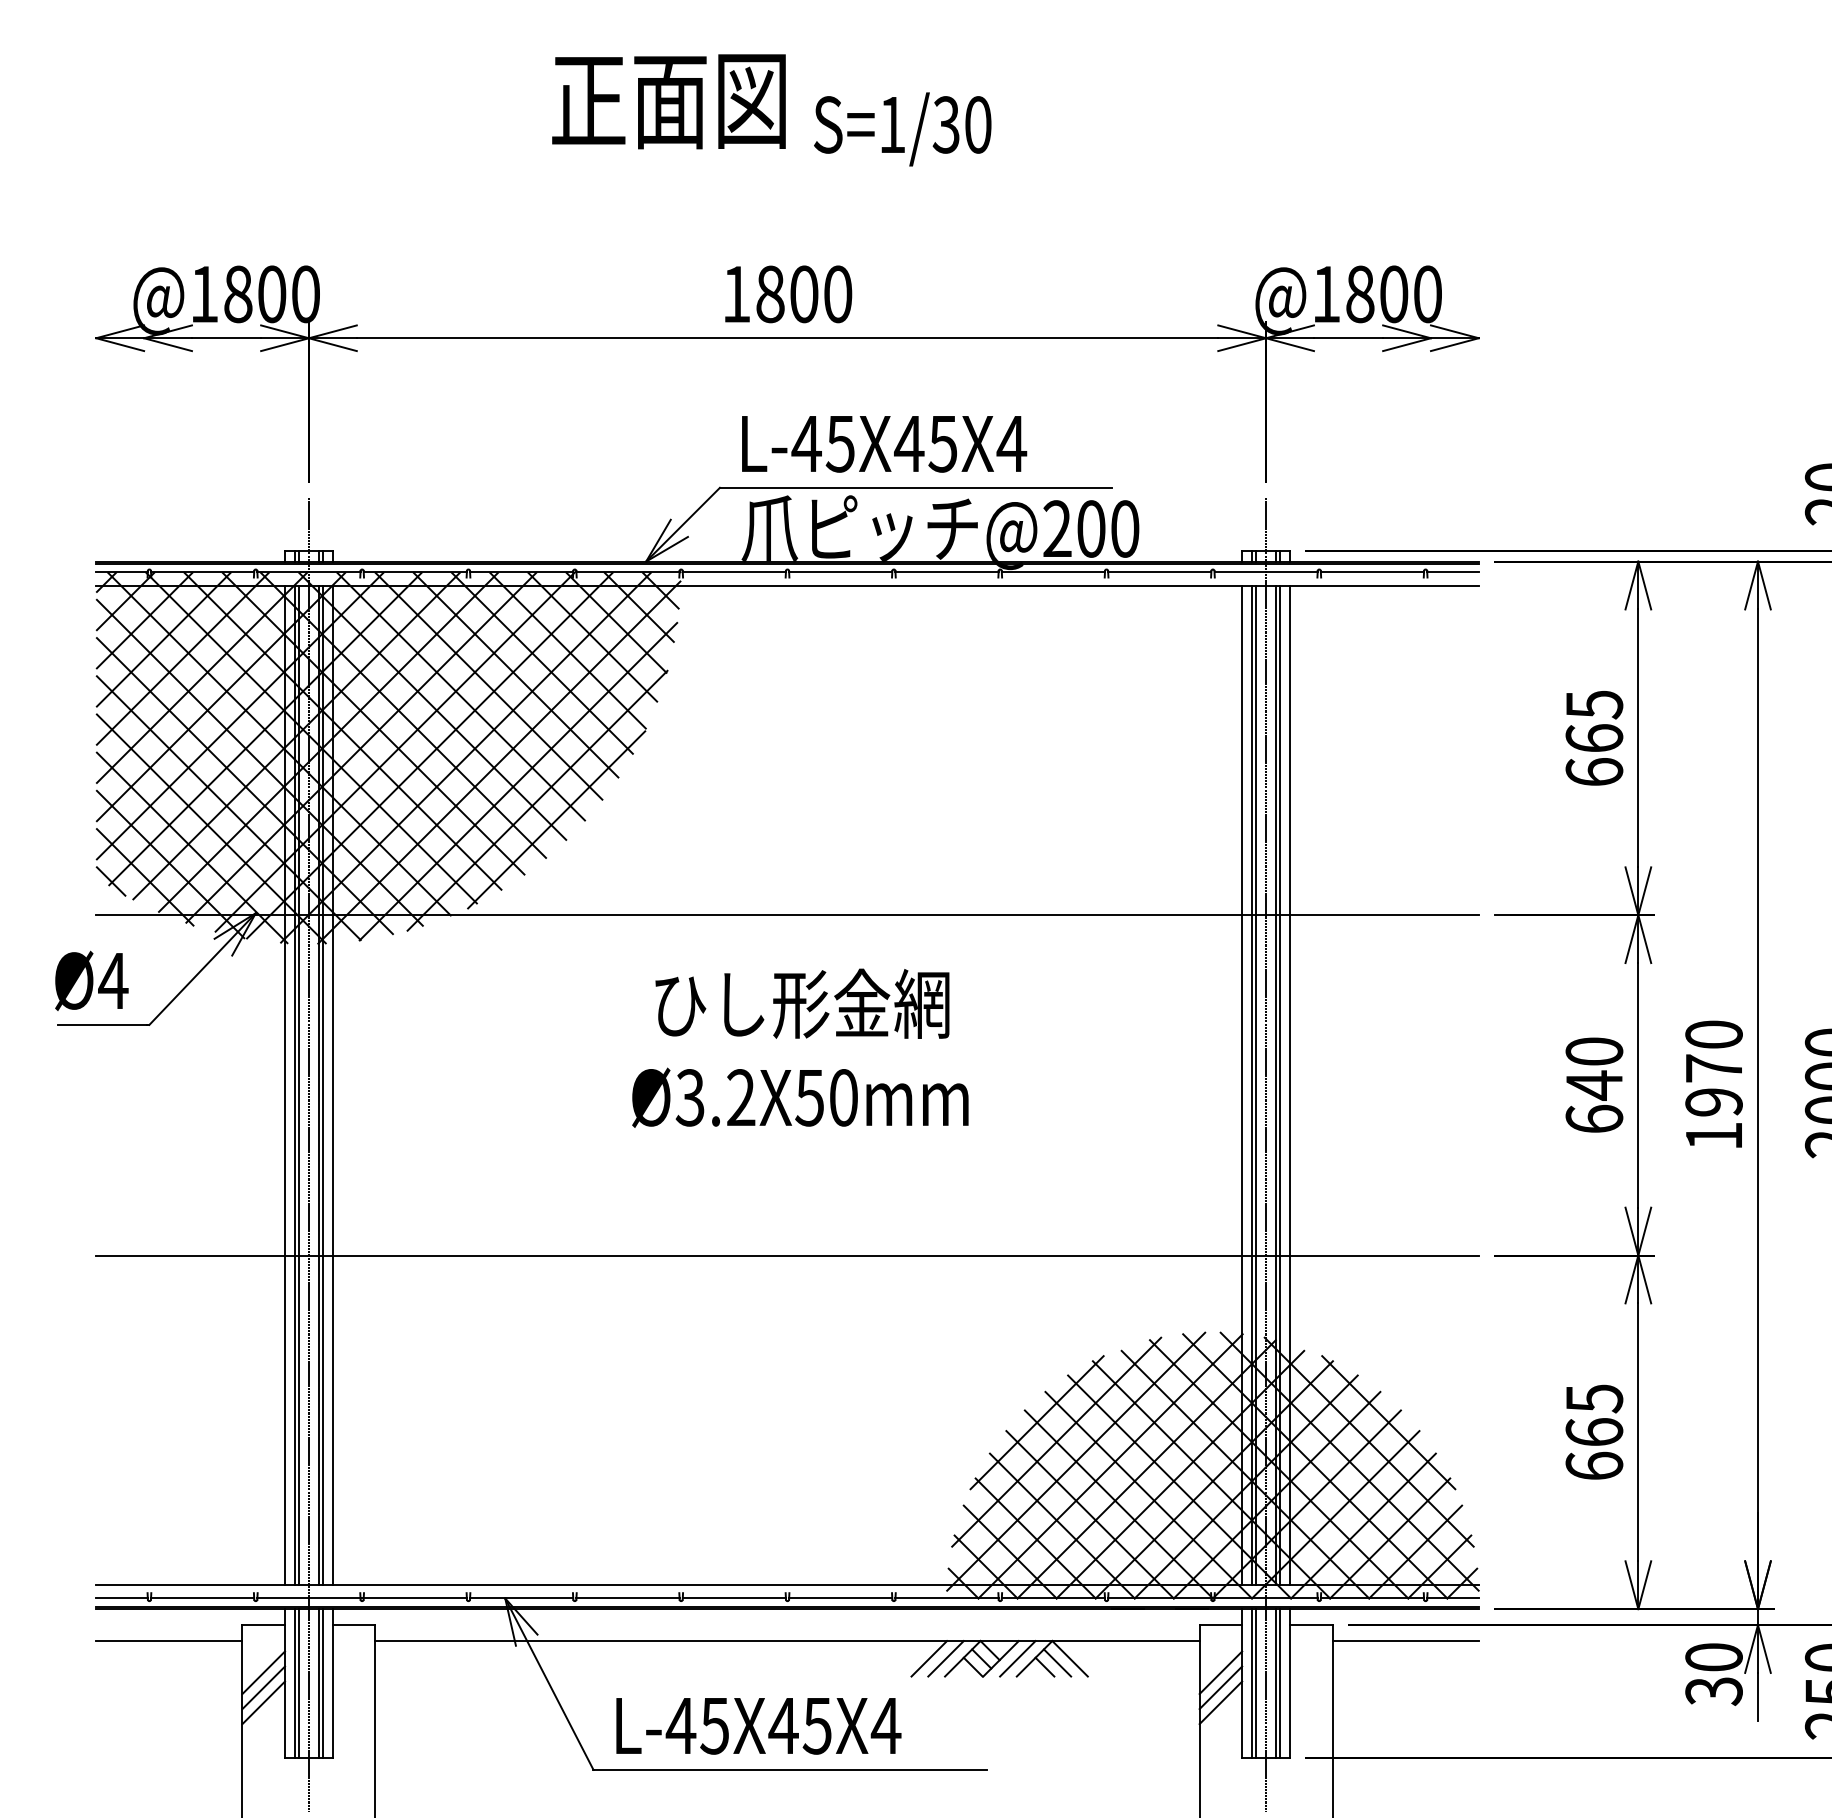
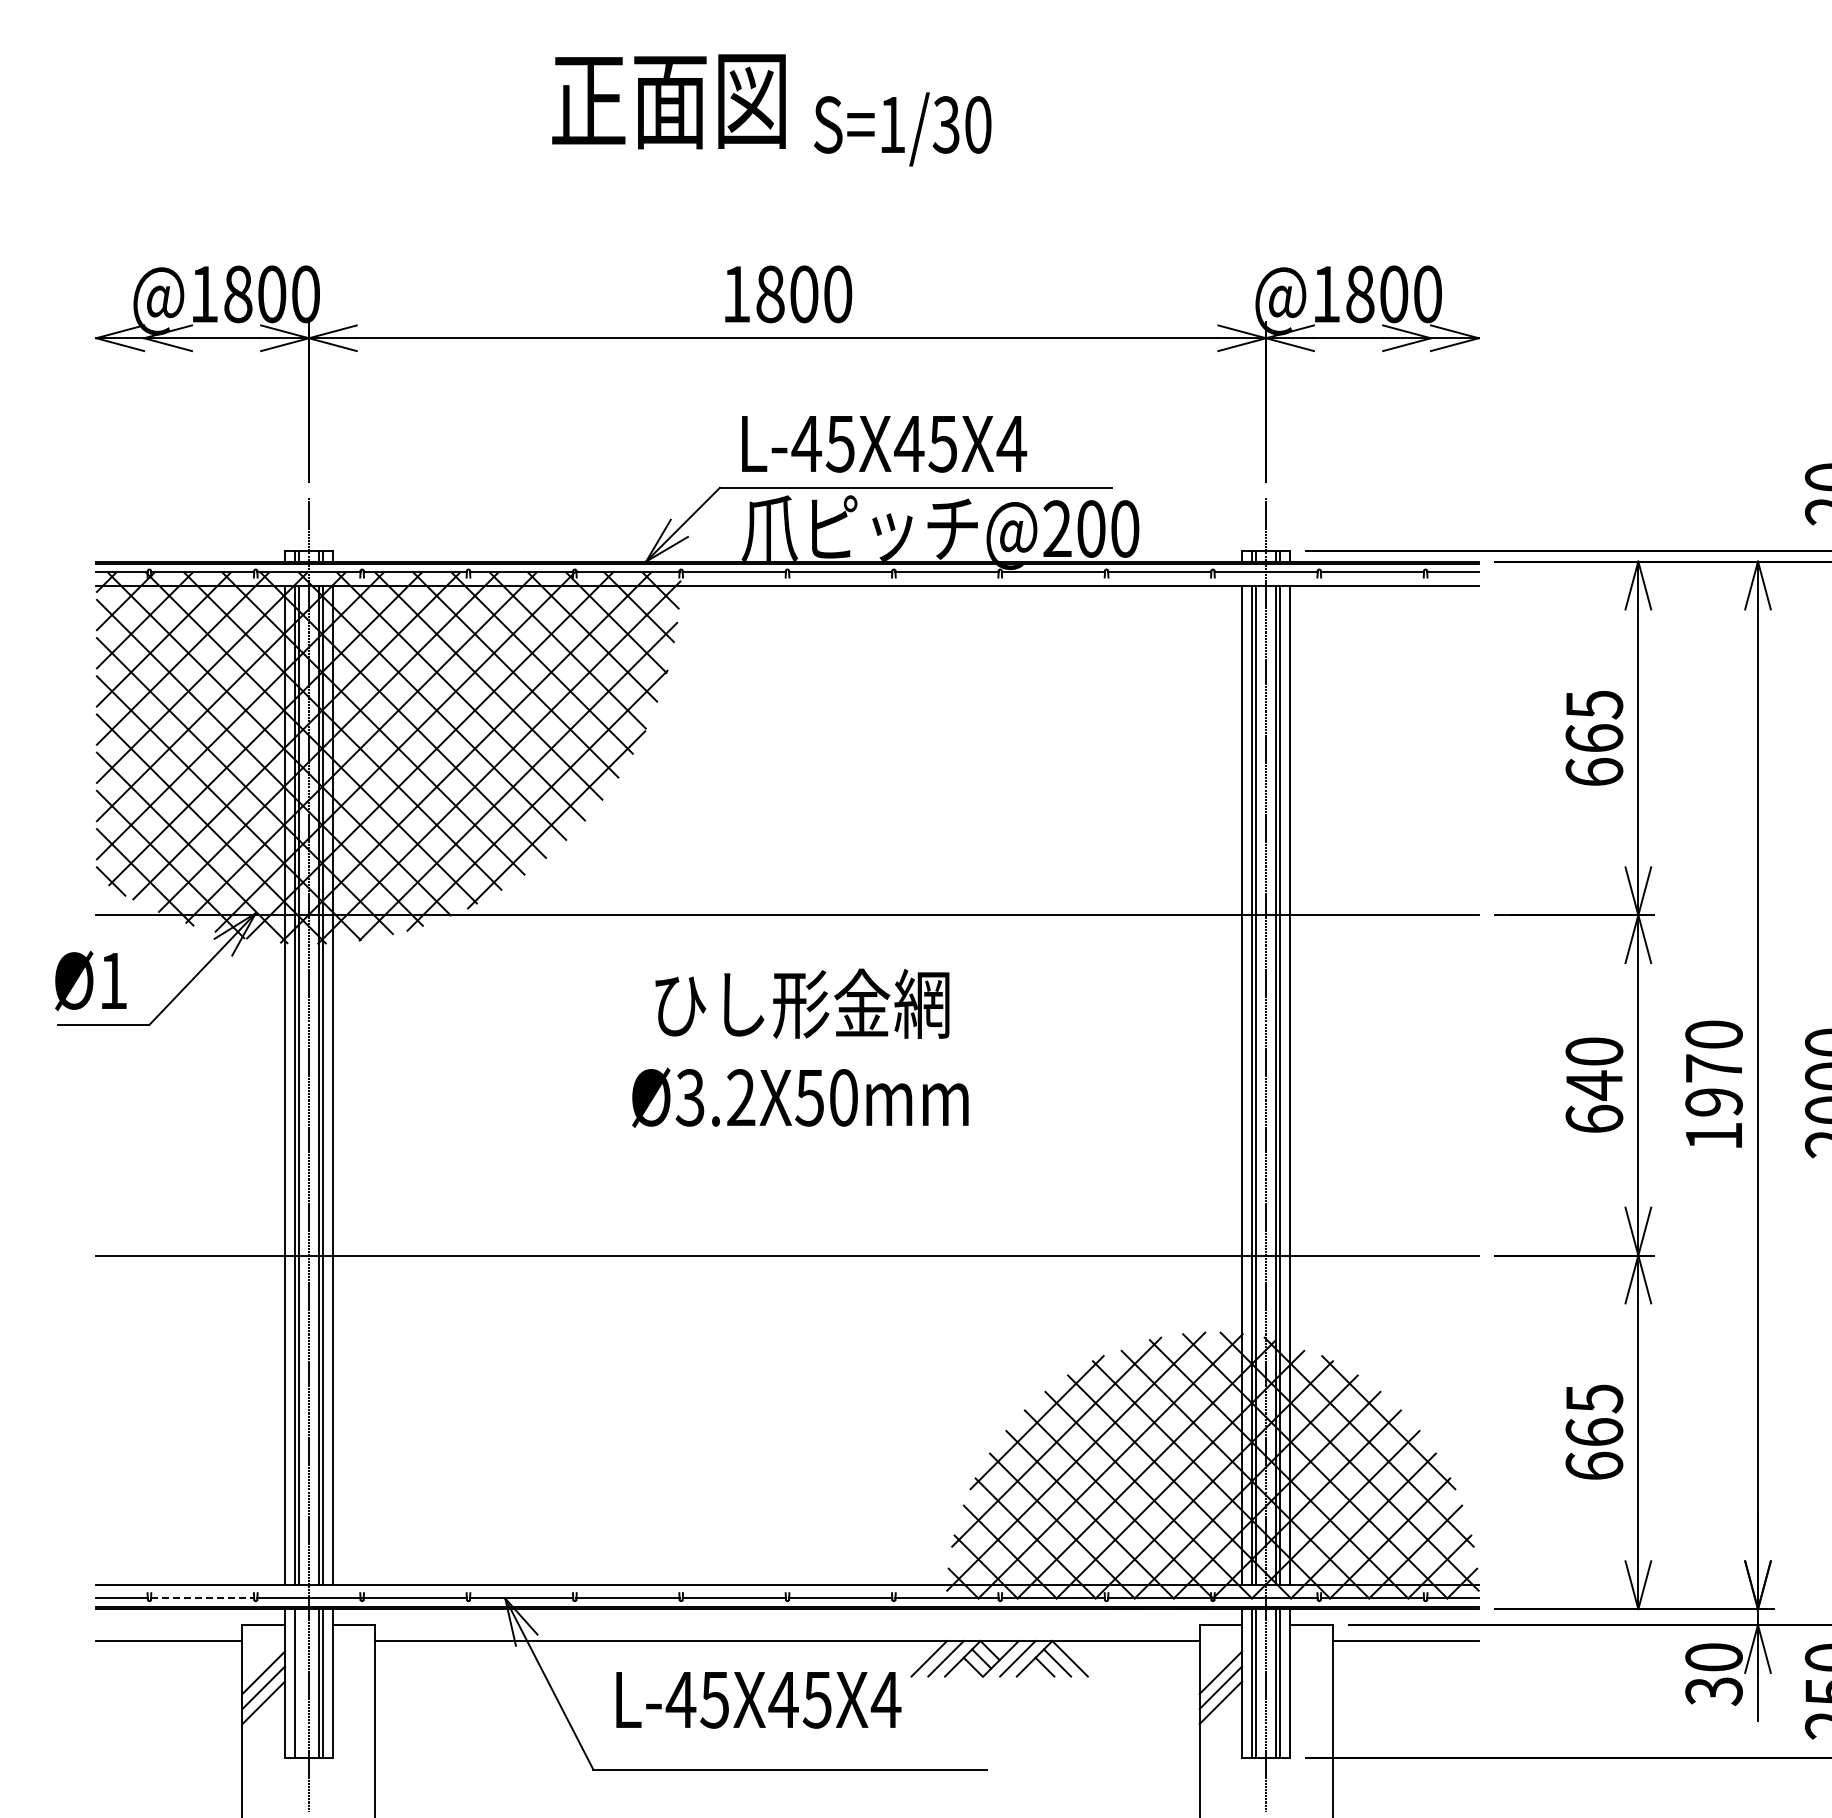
text at (113, 980): Ø4 -> Ø1
line at (202, 1598): solid -> dashed
line at (299, 1683): present -> none
text at (758, 1726) position: (758, 1726) -> (758, 1700)
